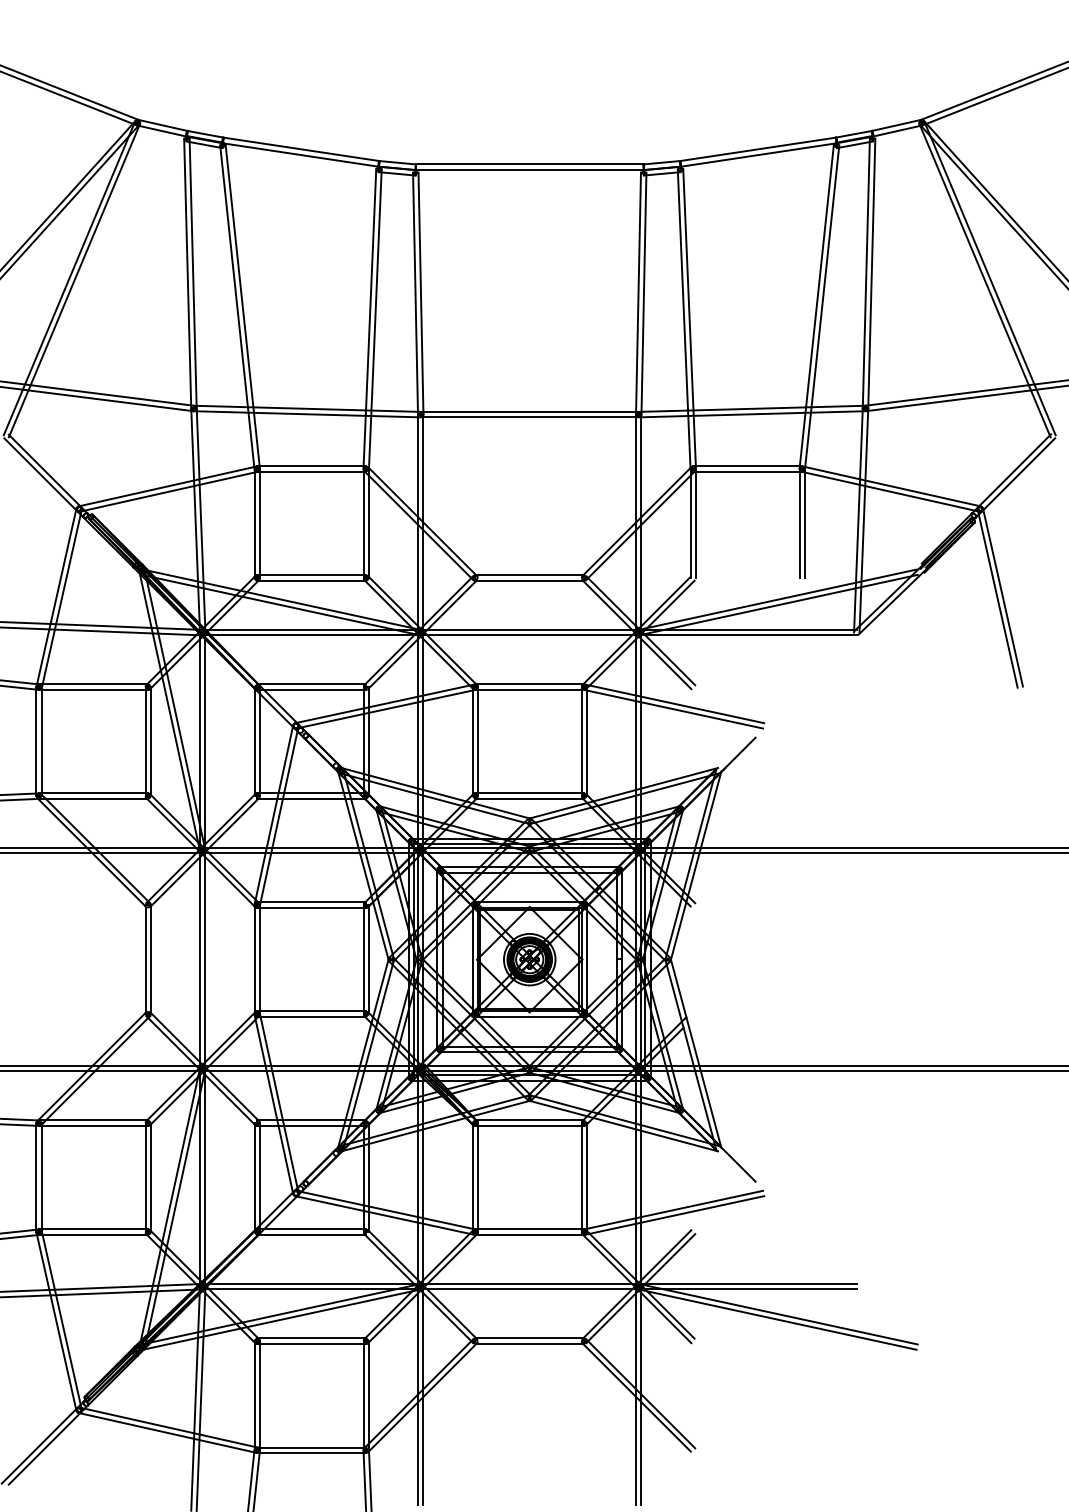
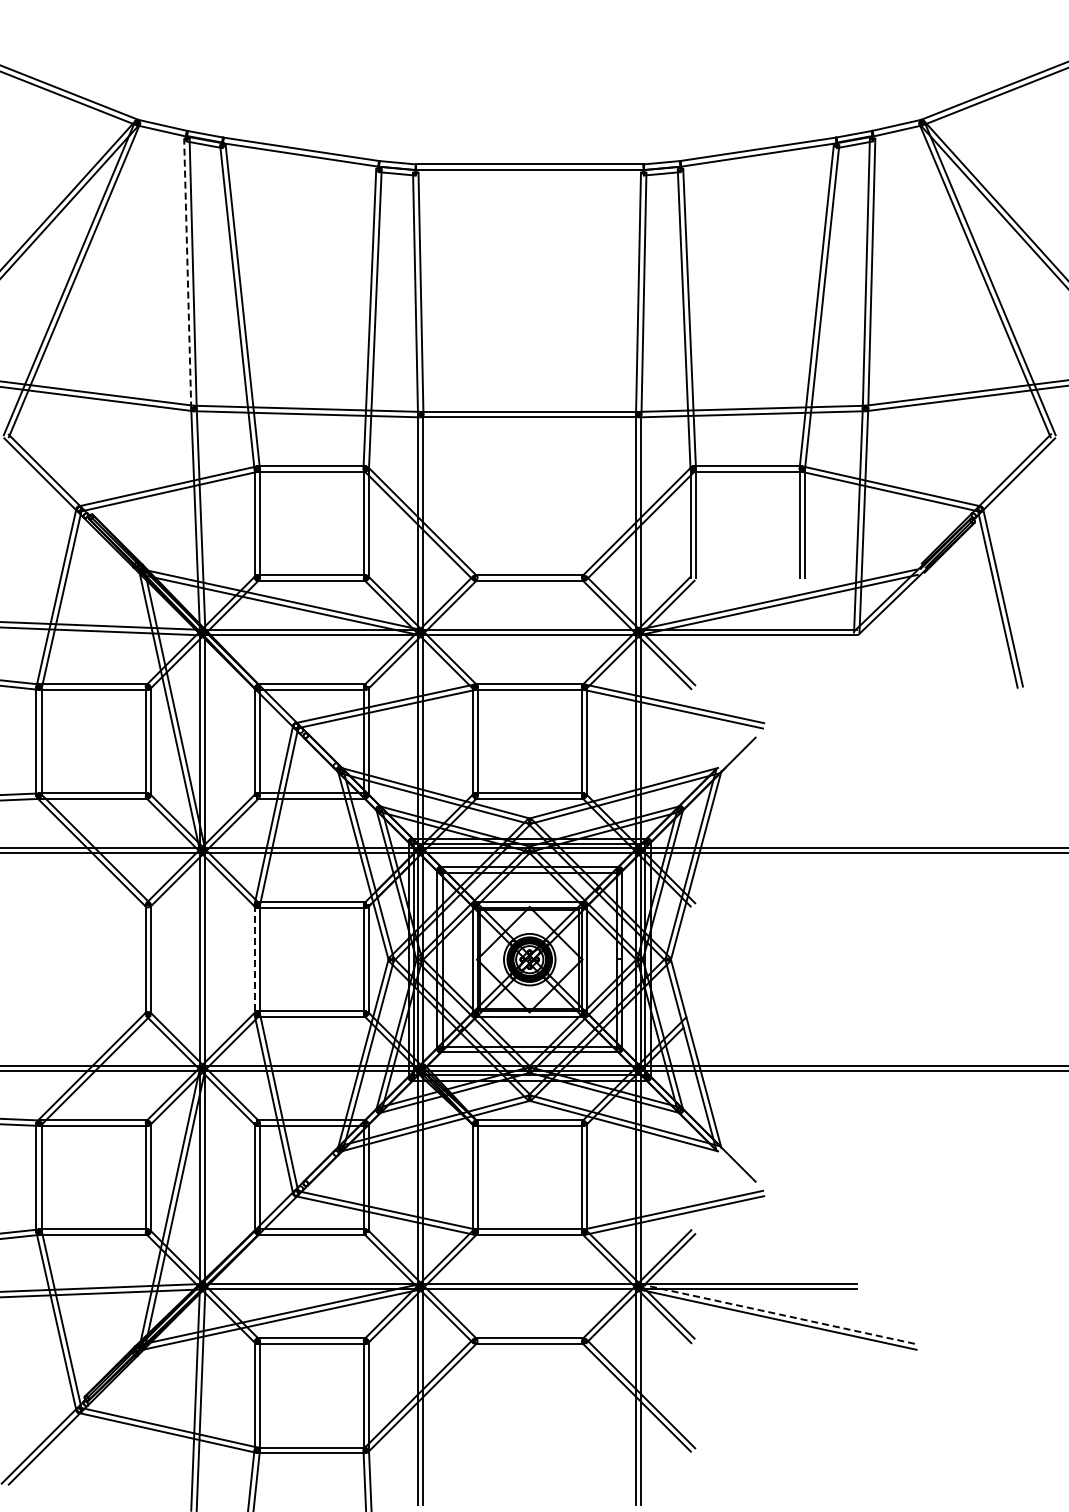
line at (187, 273): solid -> dashed
line at (254, 959): solid -> dashed
line at (779, 1314): solid -> dashed
